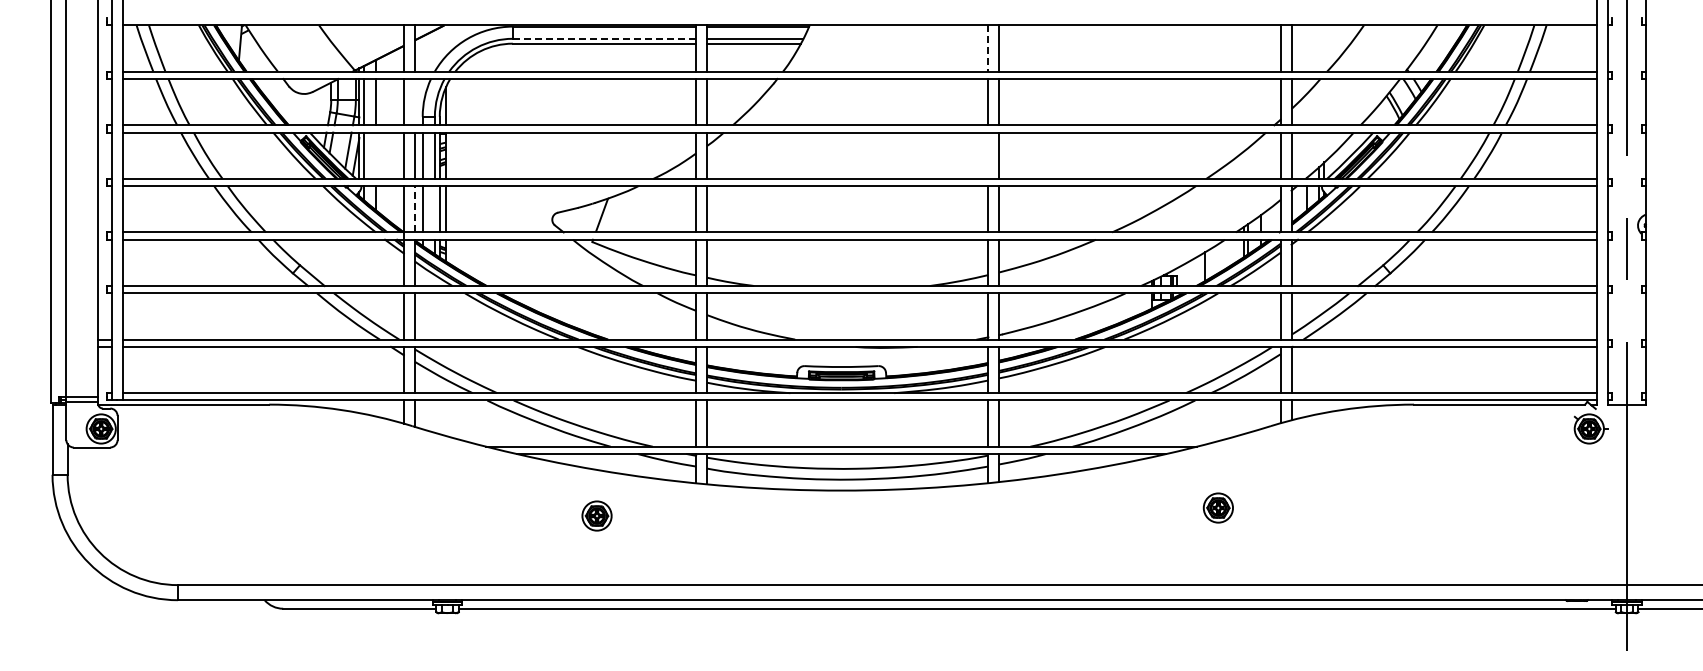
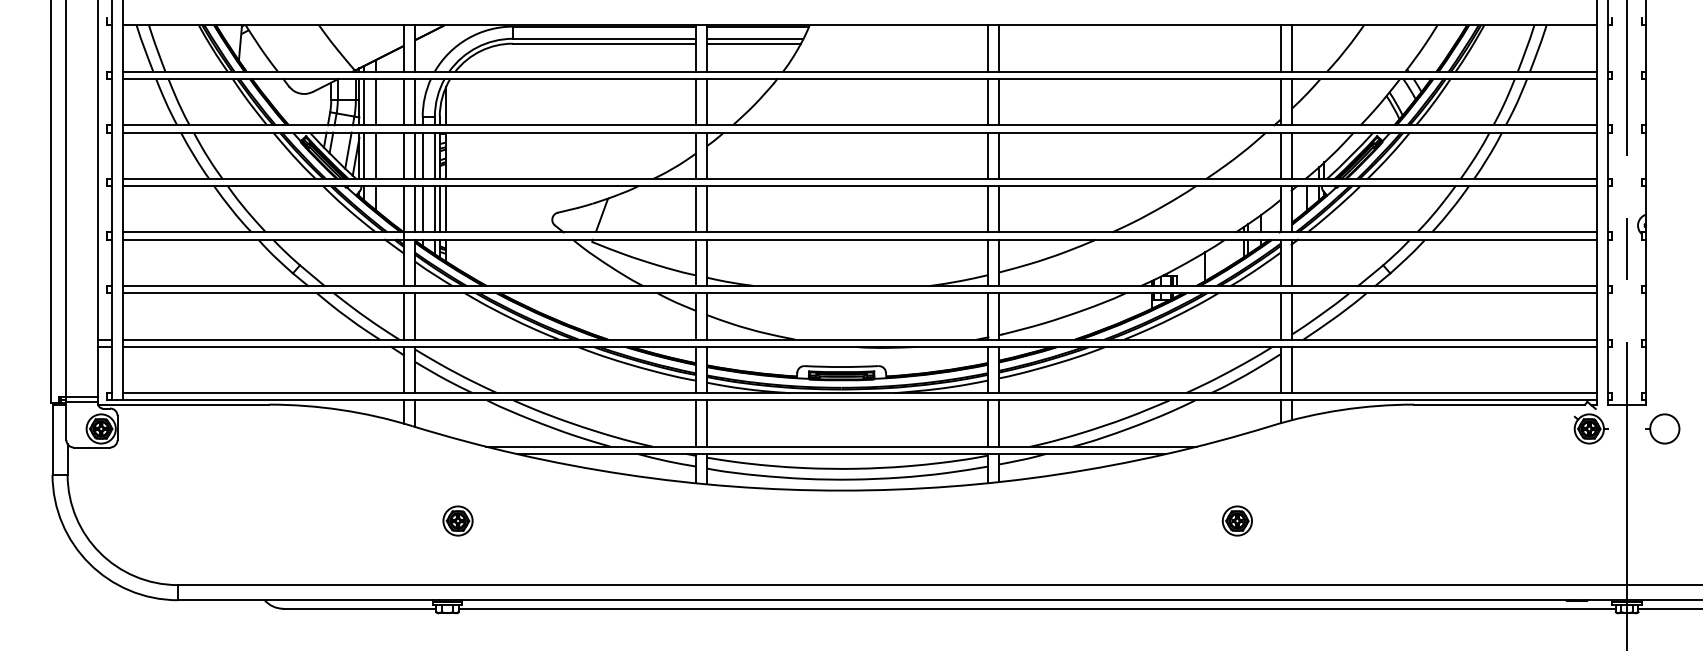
line at (604, 38): dashed -> solid
line at (988, 49): dashed -> solid
line at (414, 102): none -> present
line at (376, 155): none -> present
line at (988, 155): none -> present
line at (414, 208): dashed -> solid
line at (434, 209): none -> present
part at (1662, 428): none -> present
part at (1217, 507) position: (1217, 507) -> (1236, 520)
part at (596, 515) position: (596, 515) -> (457, 520)
